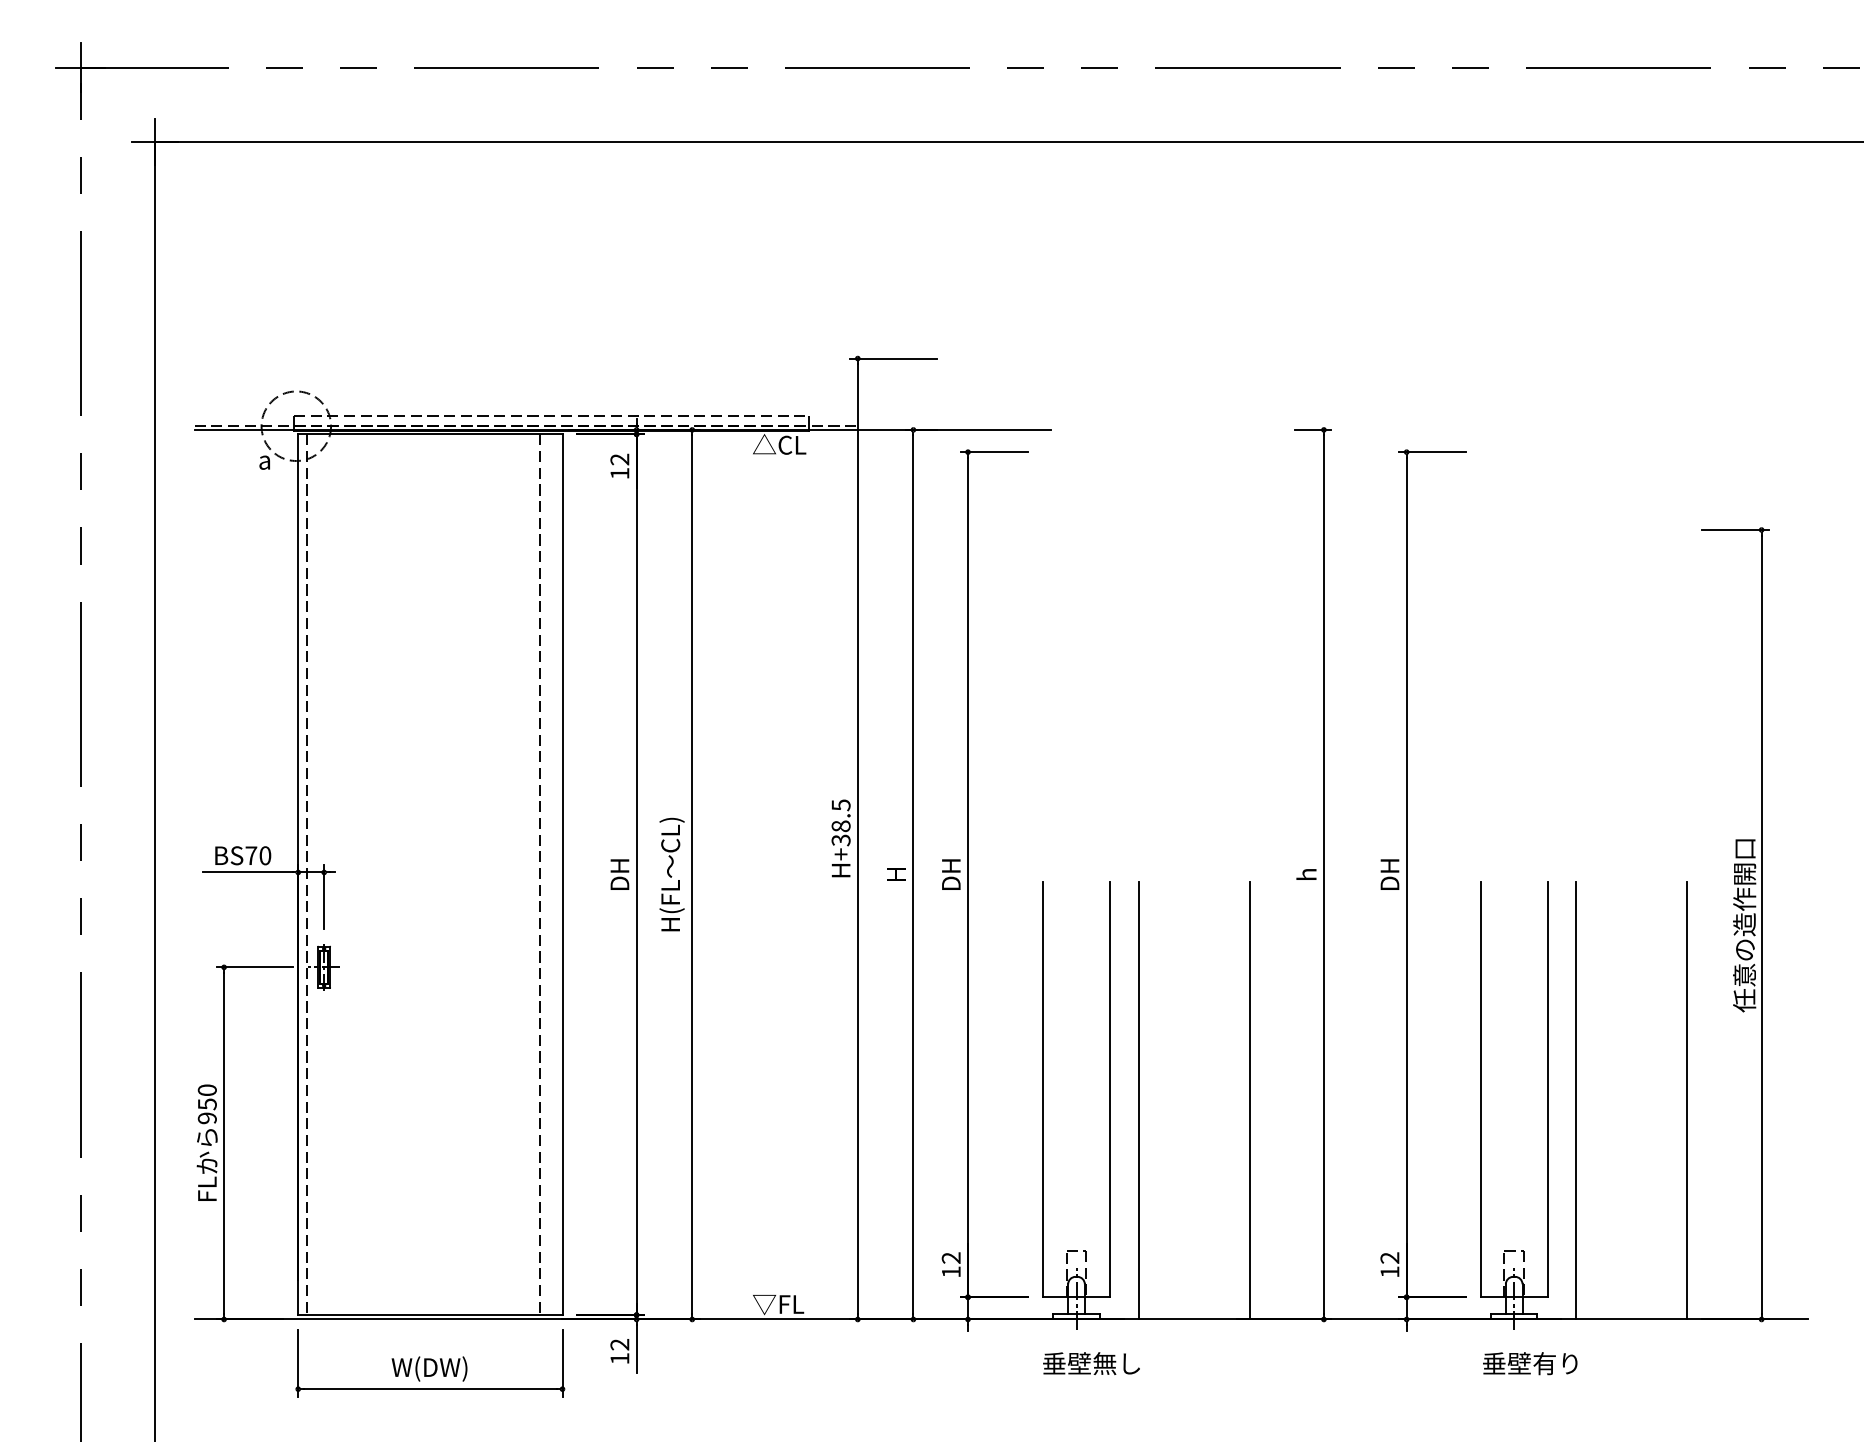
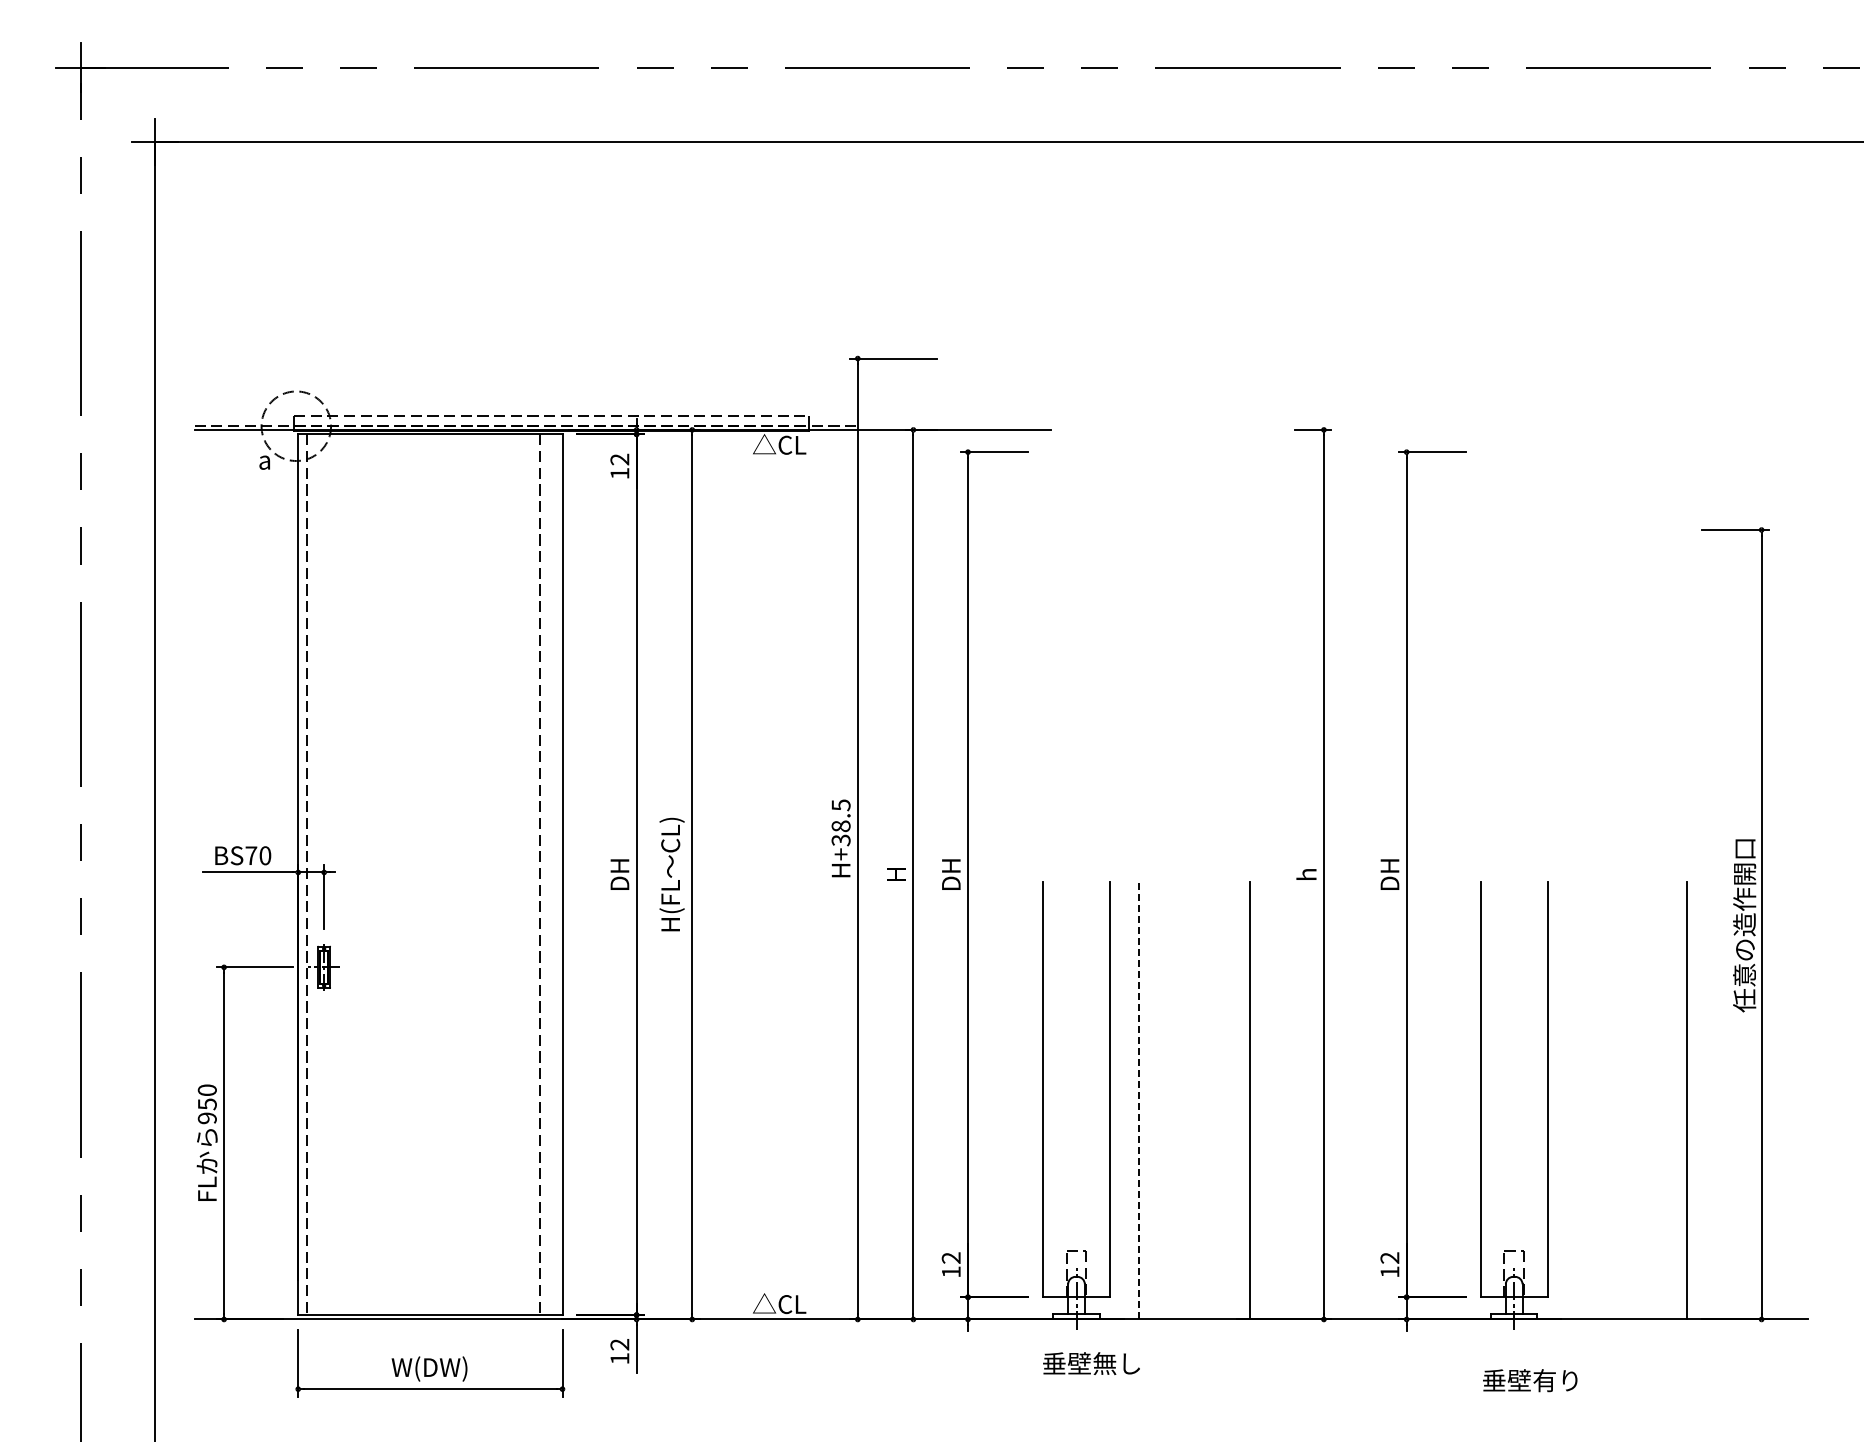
line at (1138, 1100): solid -> dashed
line at (1576, 1100): present -> none
text at (779, 1304): ▽FL -> △CL
text at (1530, 1363) position: (1530, 1363) -> (1530, 1380)
